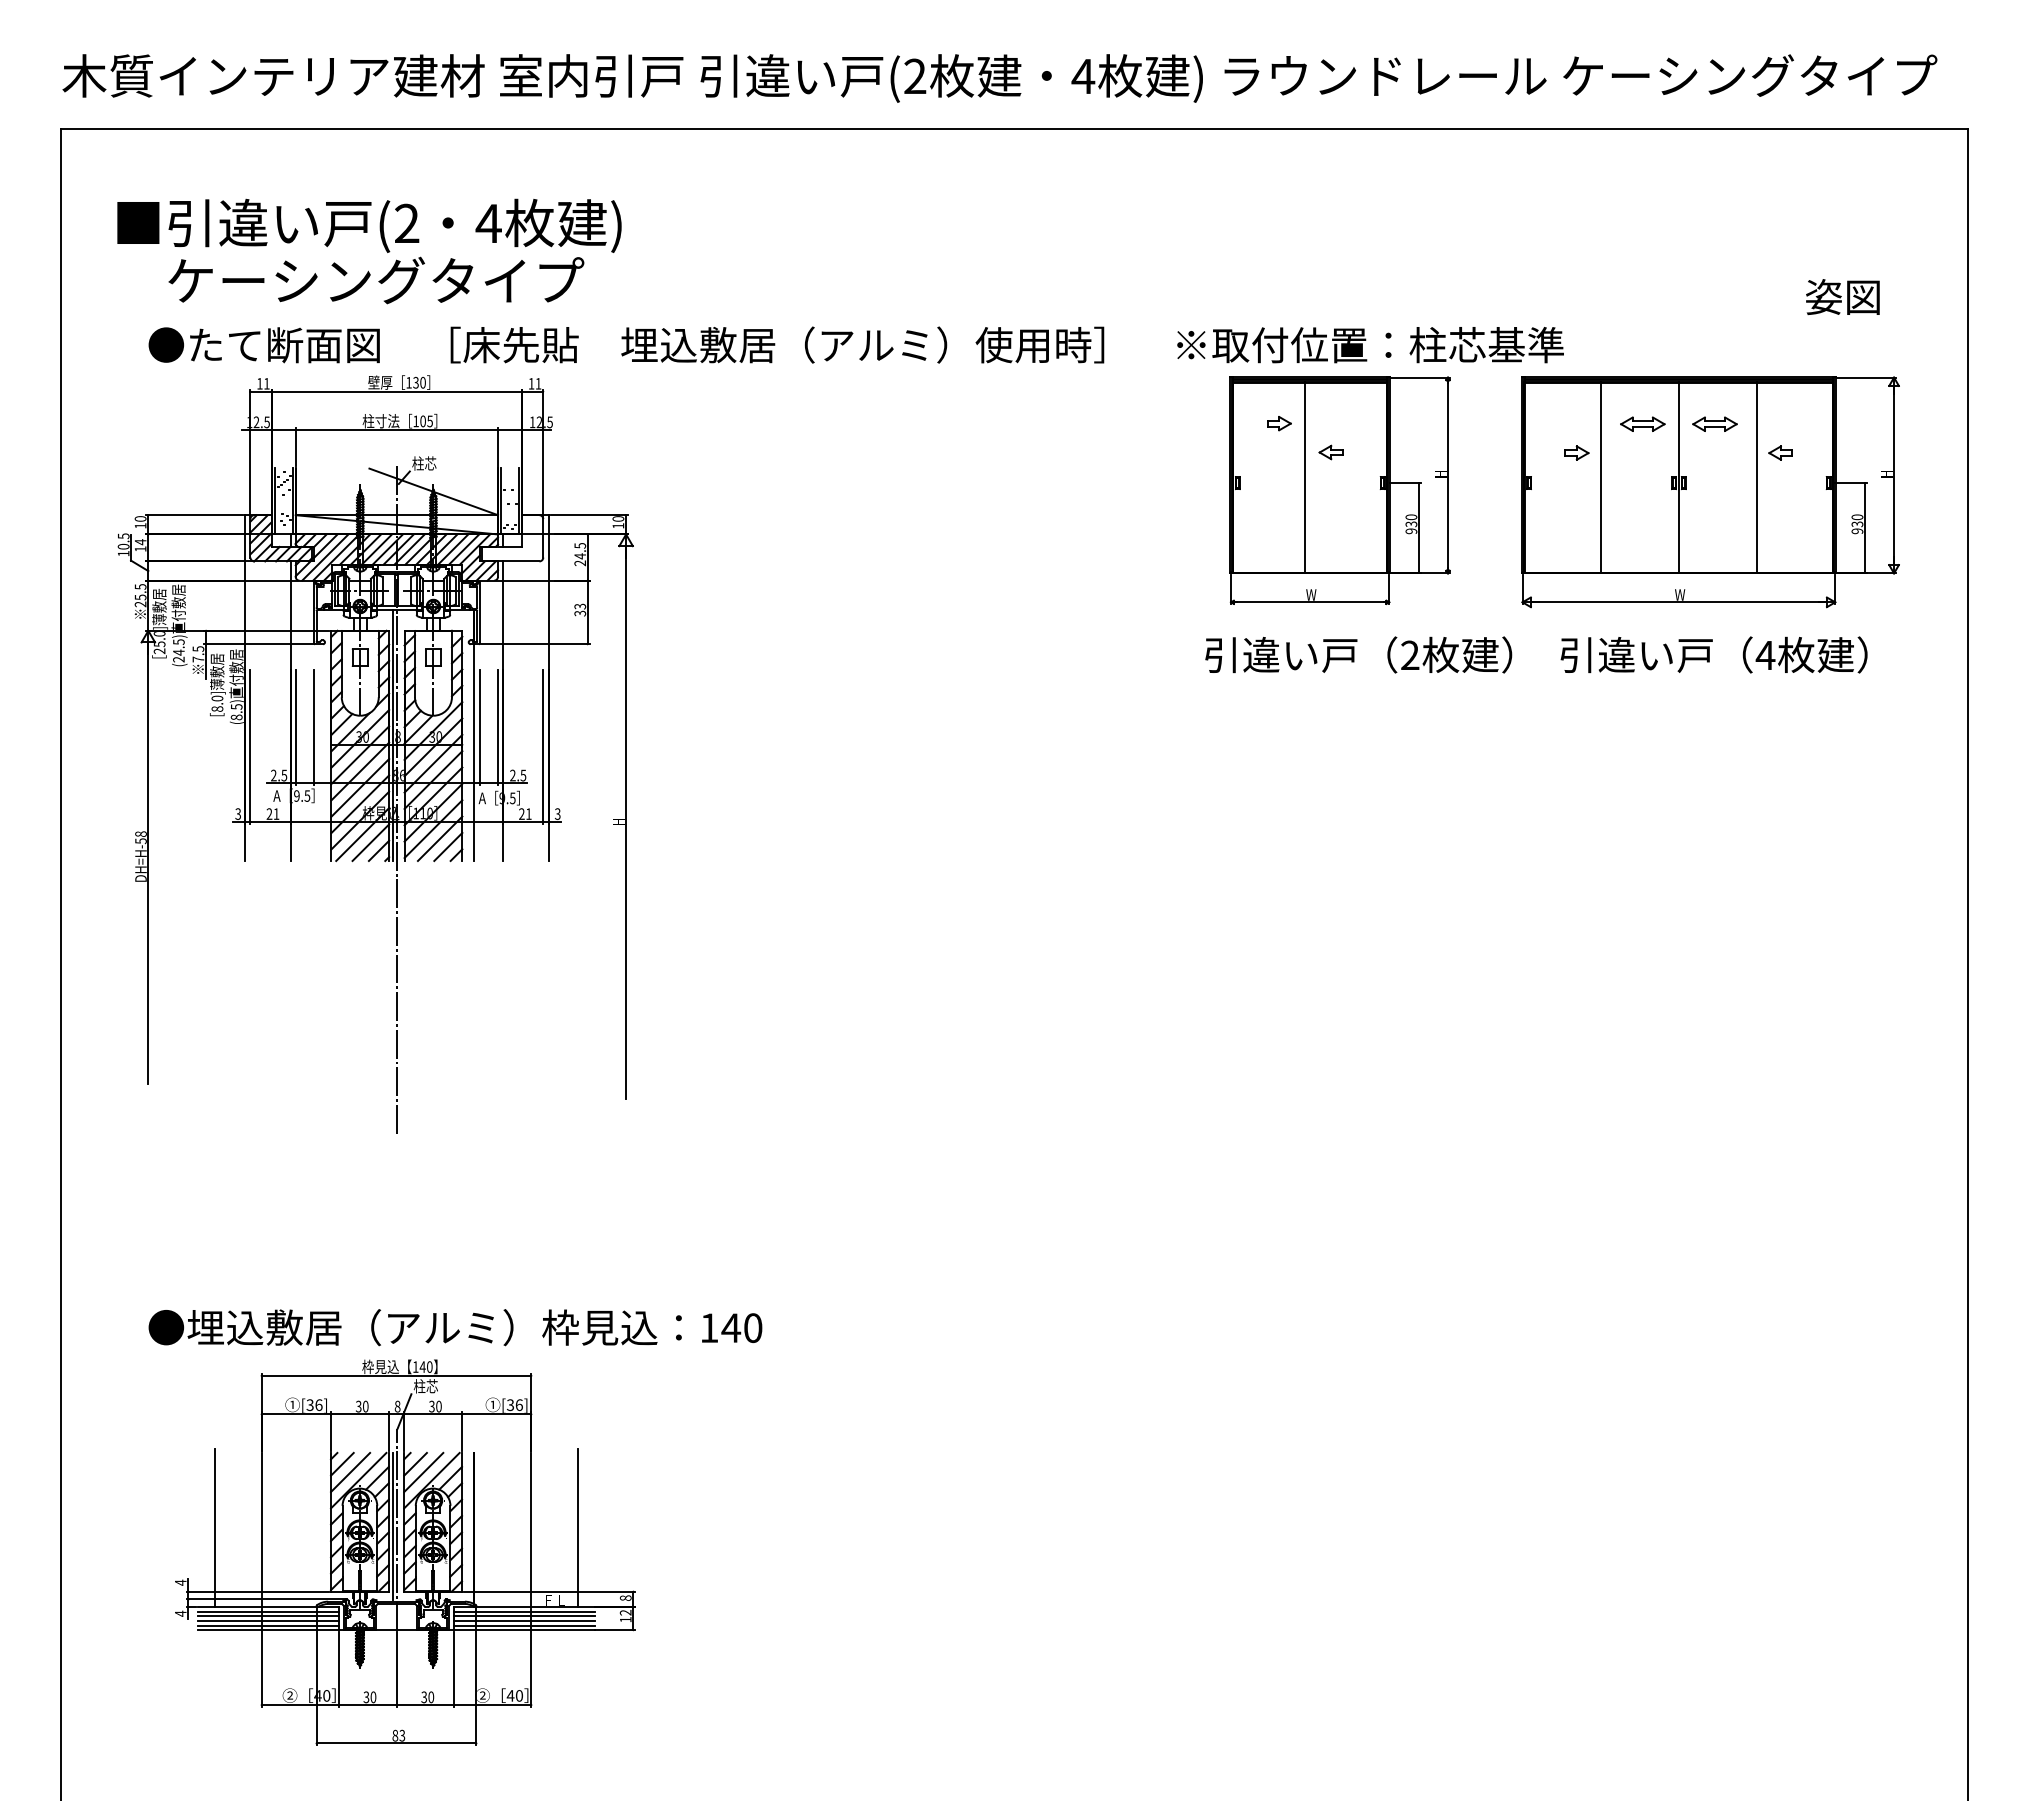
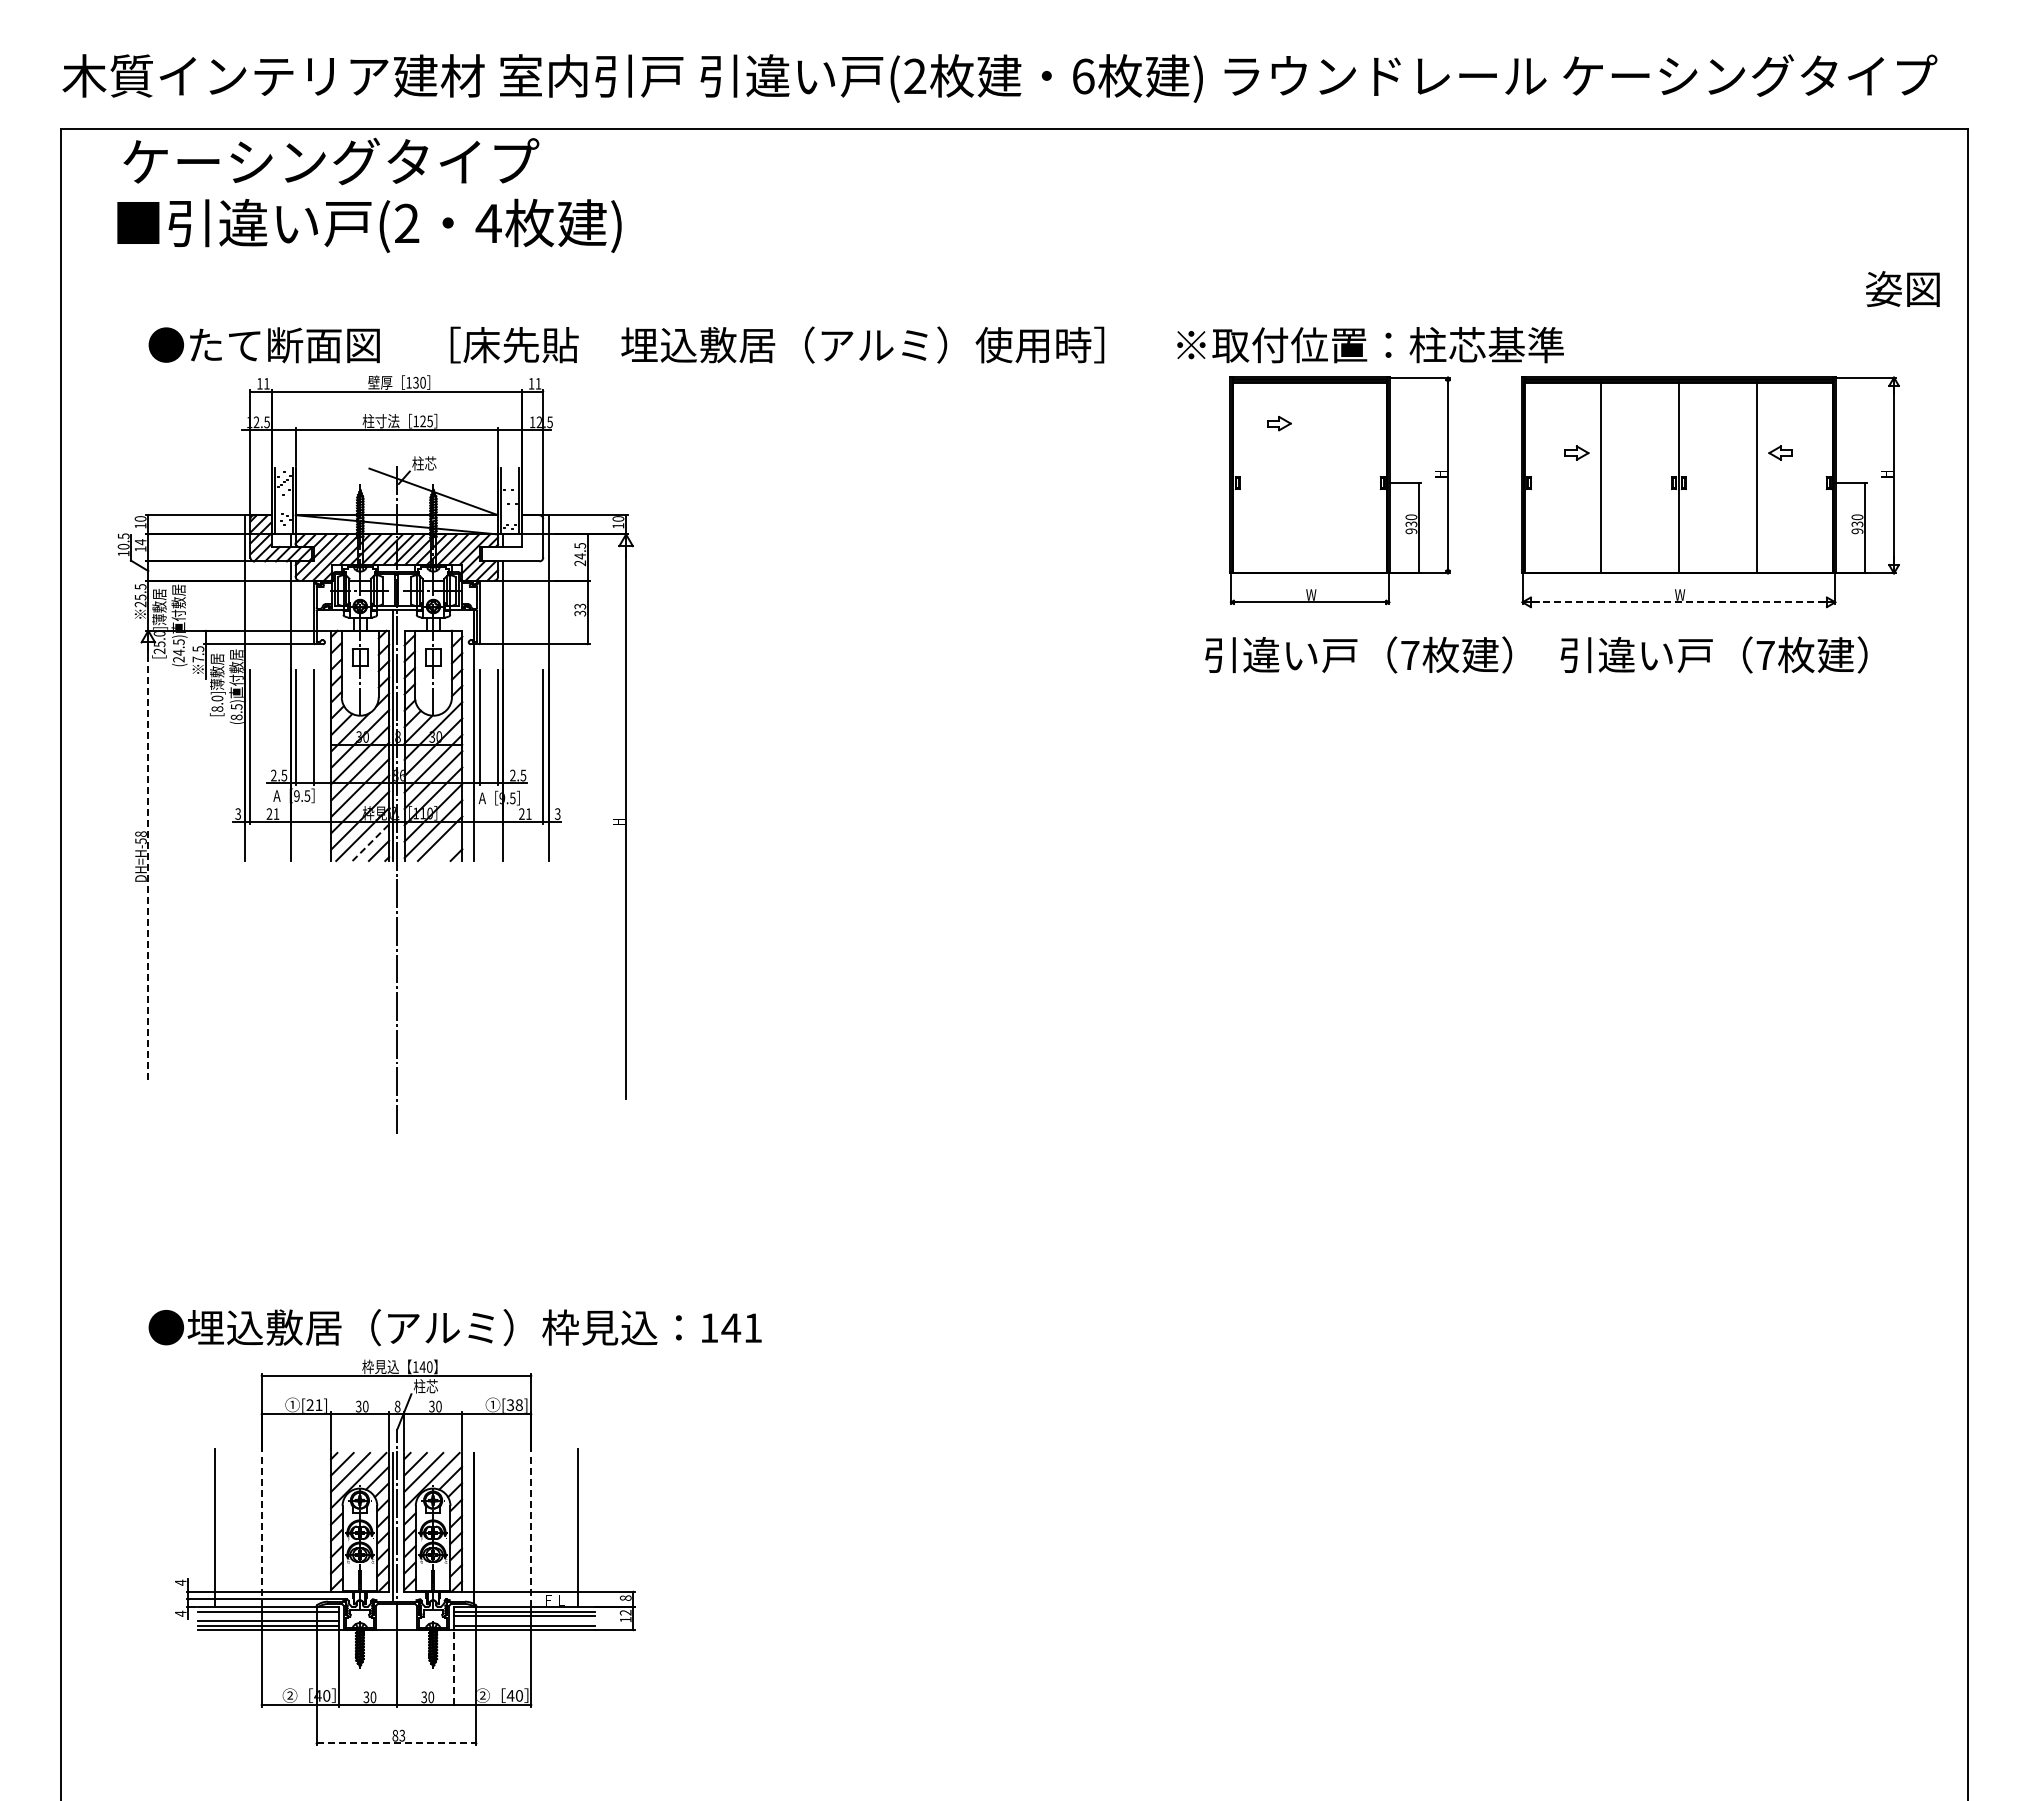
text at (1083, 76): 4 -> 6
text at (376, 280) position: (376, 280) -> (331, 161)
text at (1842, 297) position: (1842, 297) -> (1902, 289)
text at (422, 421): 105 -> 125
part at (1642, 423): present -> none
part at (1714, 423): present -> none
part at (1330, 452): present -> none
line at (1305, 477): present -> none
line at (1678, 602): solid -> dashed
text at (1410, 654): 2 -> 7
text at (1765, 655): 4 -> 7
line at (370, 842): solid -> dashed
line at (448, 846): present -> none
line at (148, 863): solid -> dashed
text at (753, 1328): 140 -> 141
text at (518, 1404): [36] -> [38]
text at (314, 1405): [36] -> [21]
line at (261, 1529): solid -> dashed
line at (531, 1529): solid -> dashed
line at (268, 1616): present -> none
line at (524, 1620): present -> none
line at (454, 1670): solid -> dashed
line at (396, 1743): solid -> dashed
